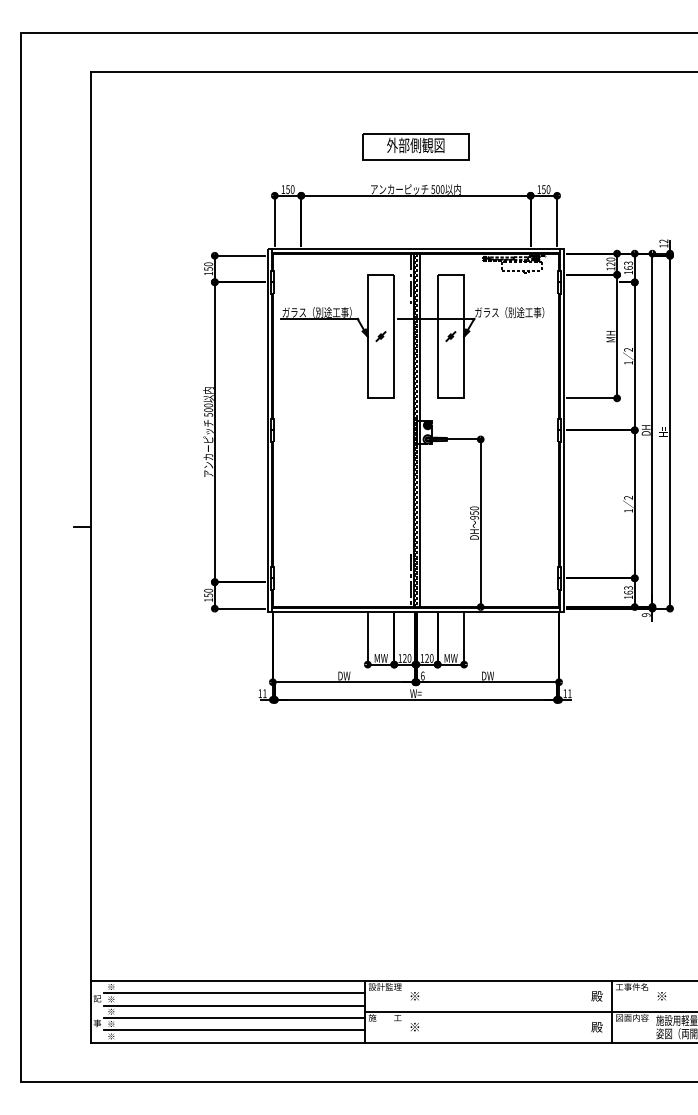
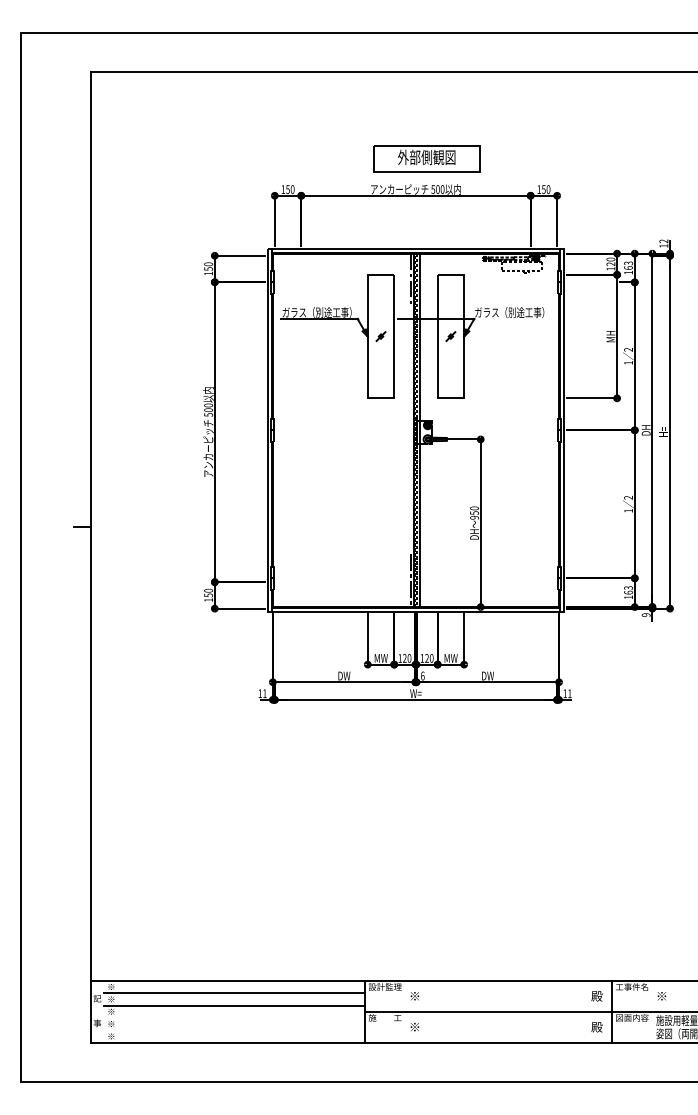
part at (415, 146) position: (415, 146) -> (426, 158)
line at (233, 1018): present -> none
line at (233, 1030): present -> none
